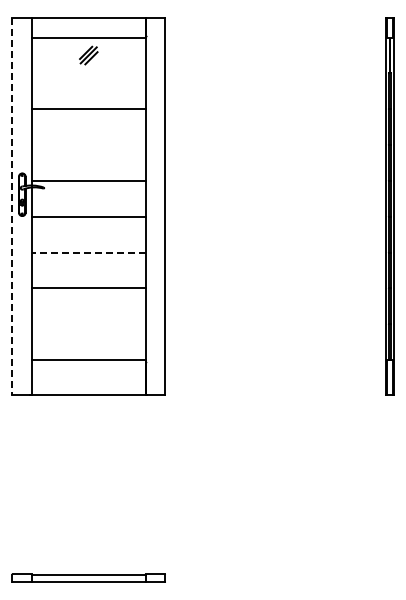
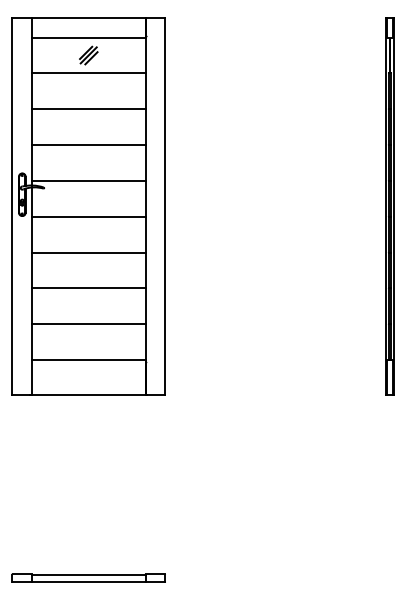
line at (88, 73): none -> present
line at (88, 144): none -> present
line at (12, 206): dashed -> solid
line at (88, 252): dashed -> solid
line at (88, 324): none -> present
